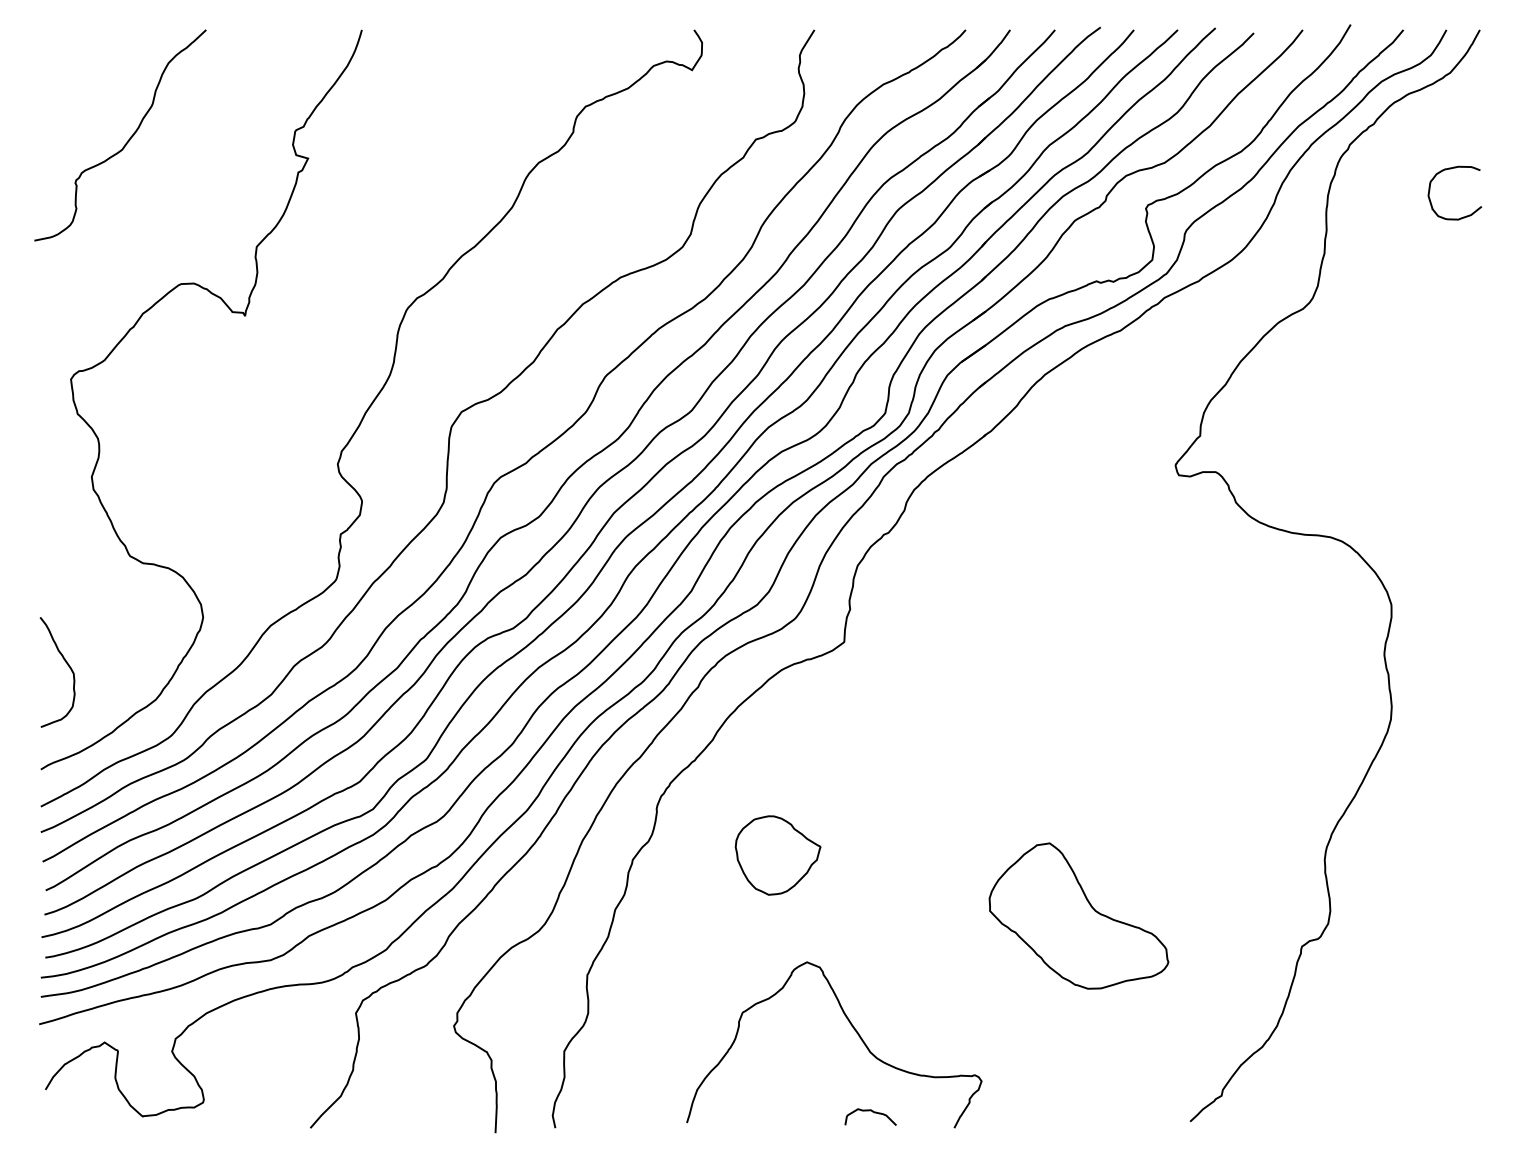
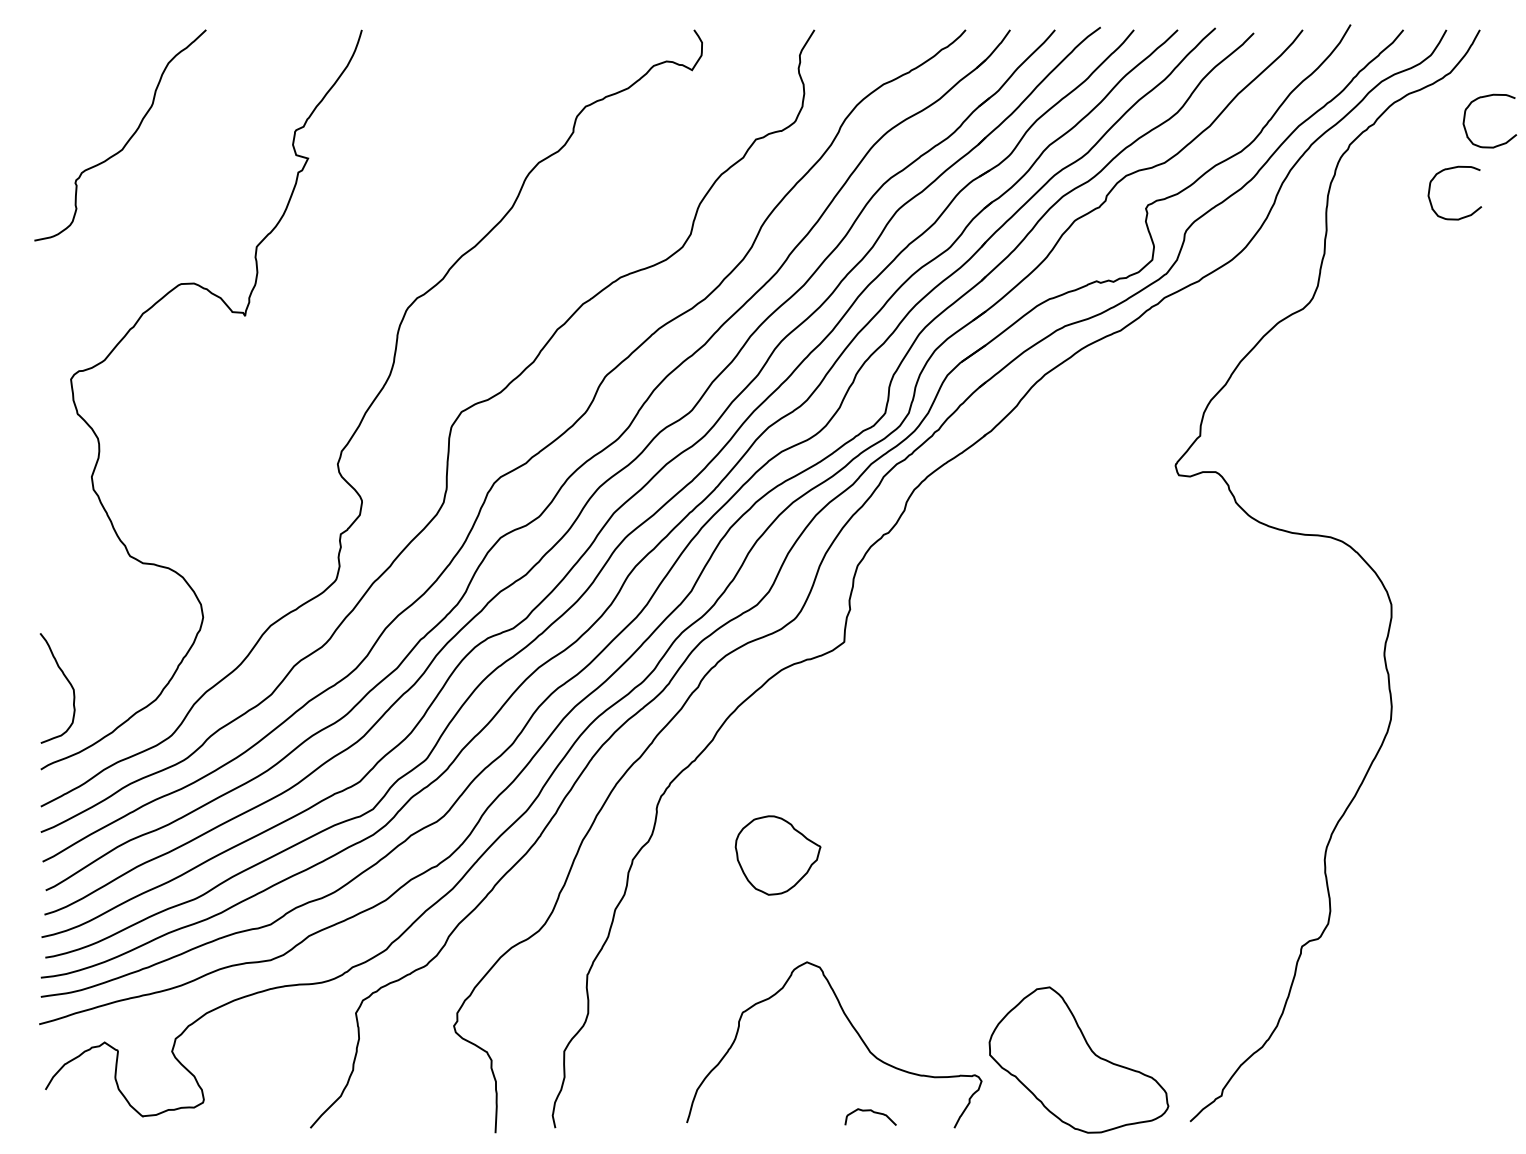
curve at (1486, 97): none -> present
curve at (67, 665) position: (67, 665) -> (67, 681)
part at (1078, 915) position: (1078, 915) -> (1078, 1059)
